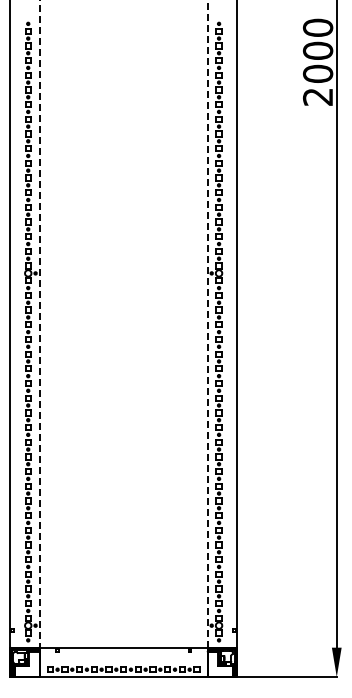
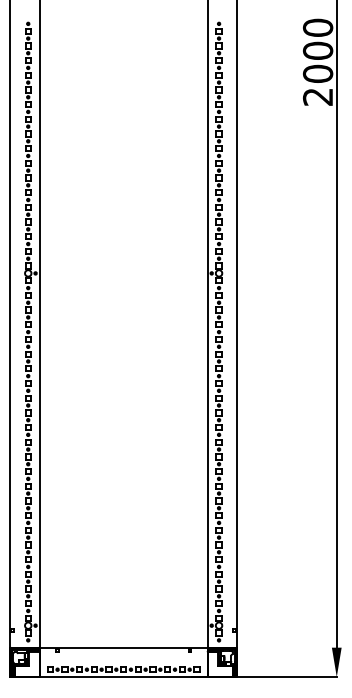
line at (207, 323): dashed -> solid
line at (39, 324): dashed -> solid
